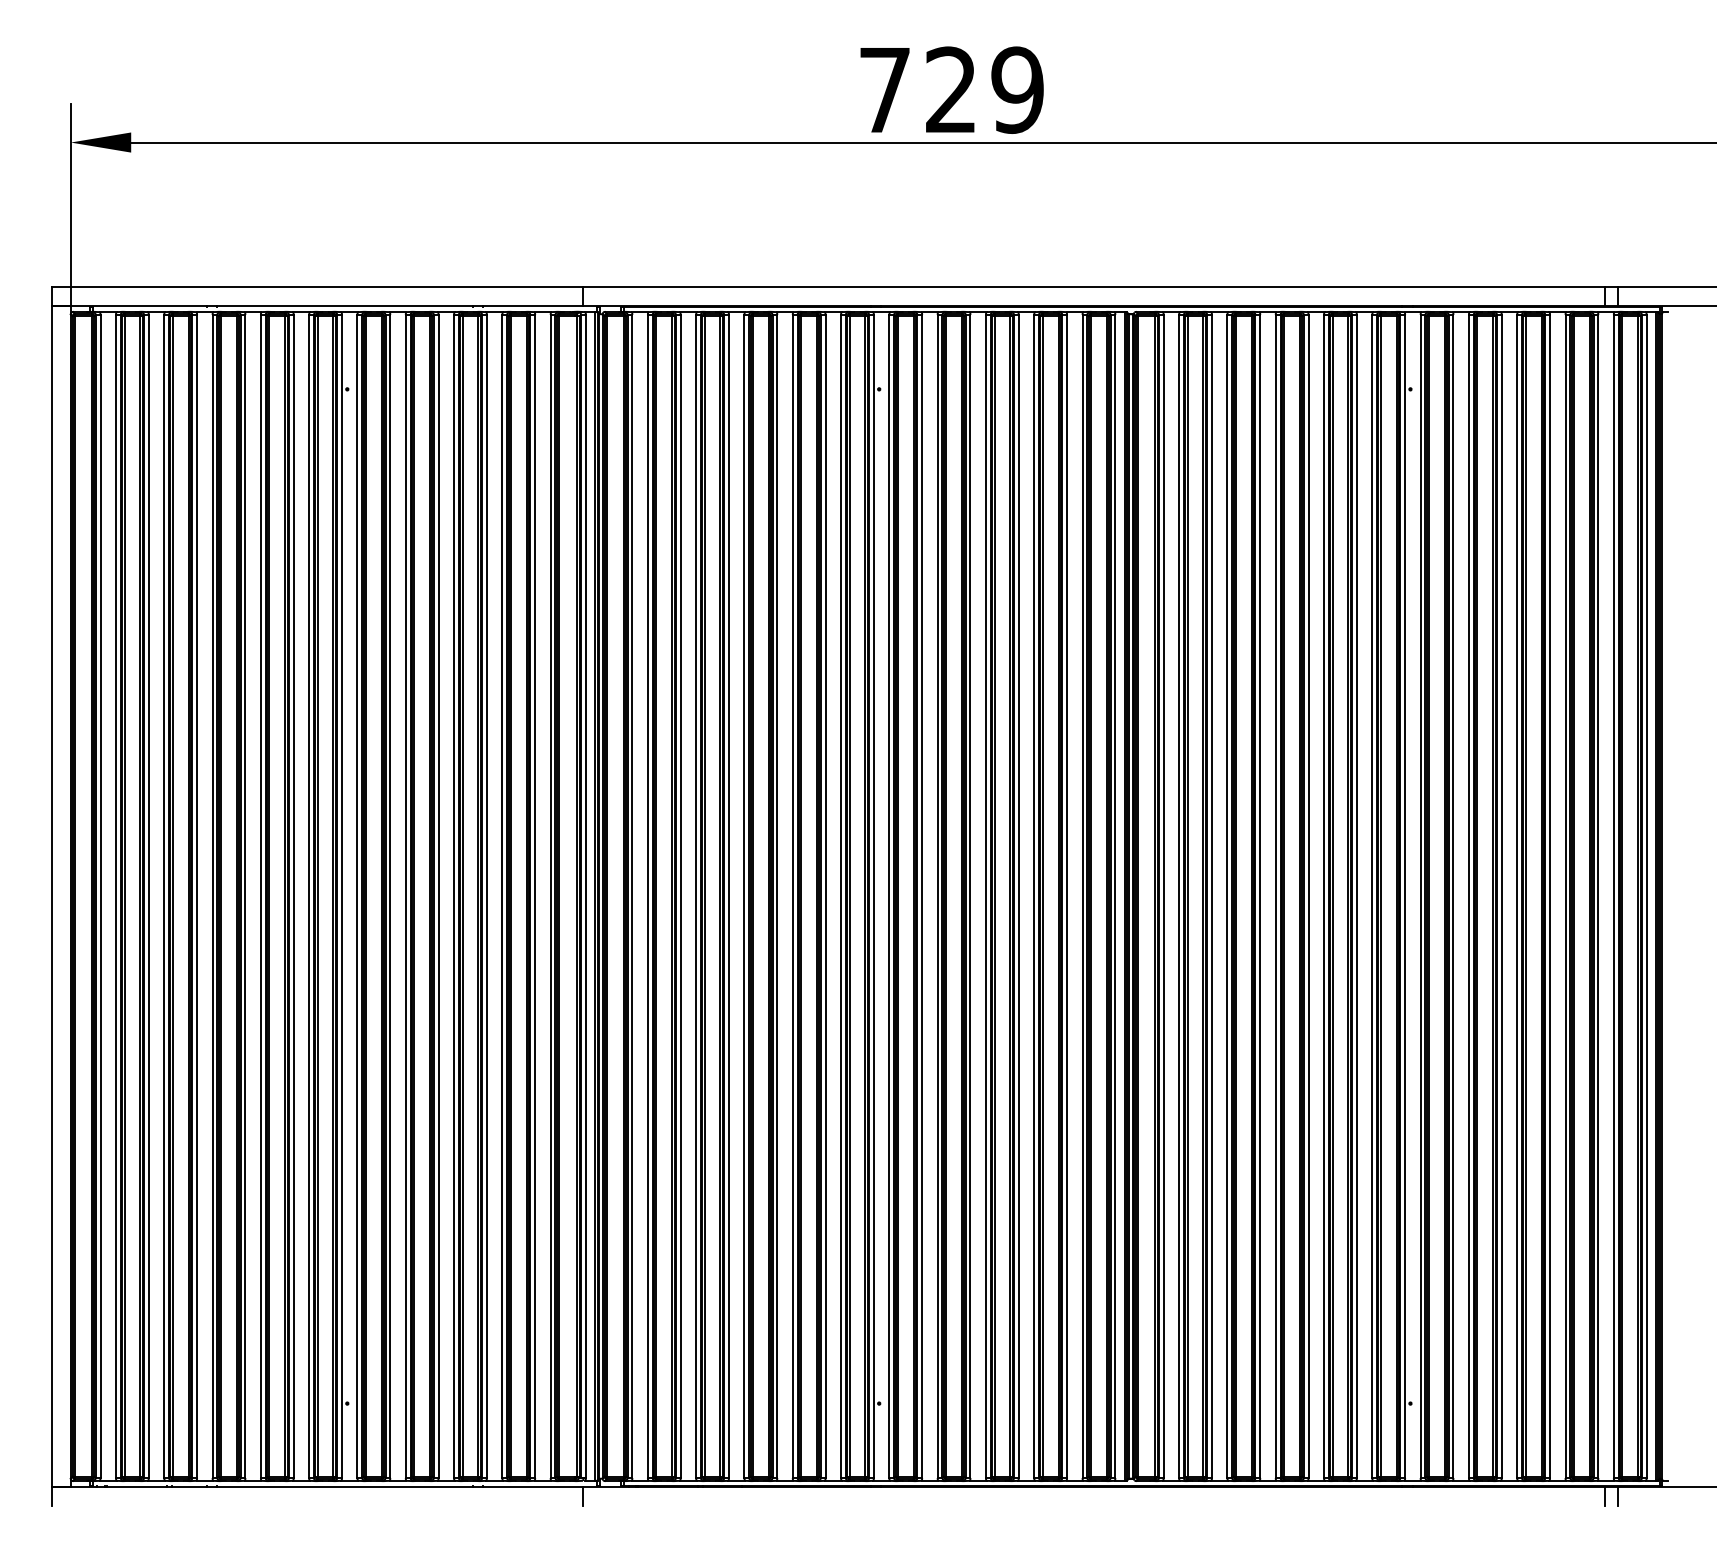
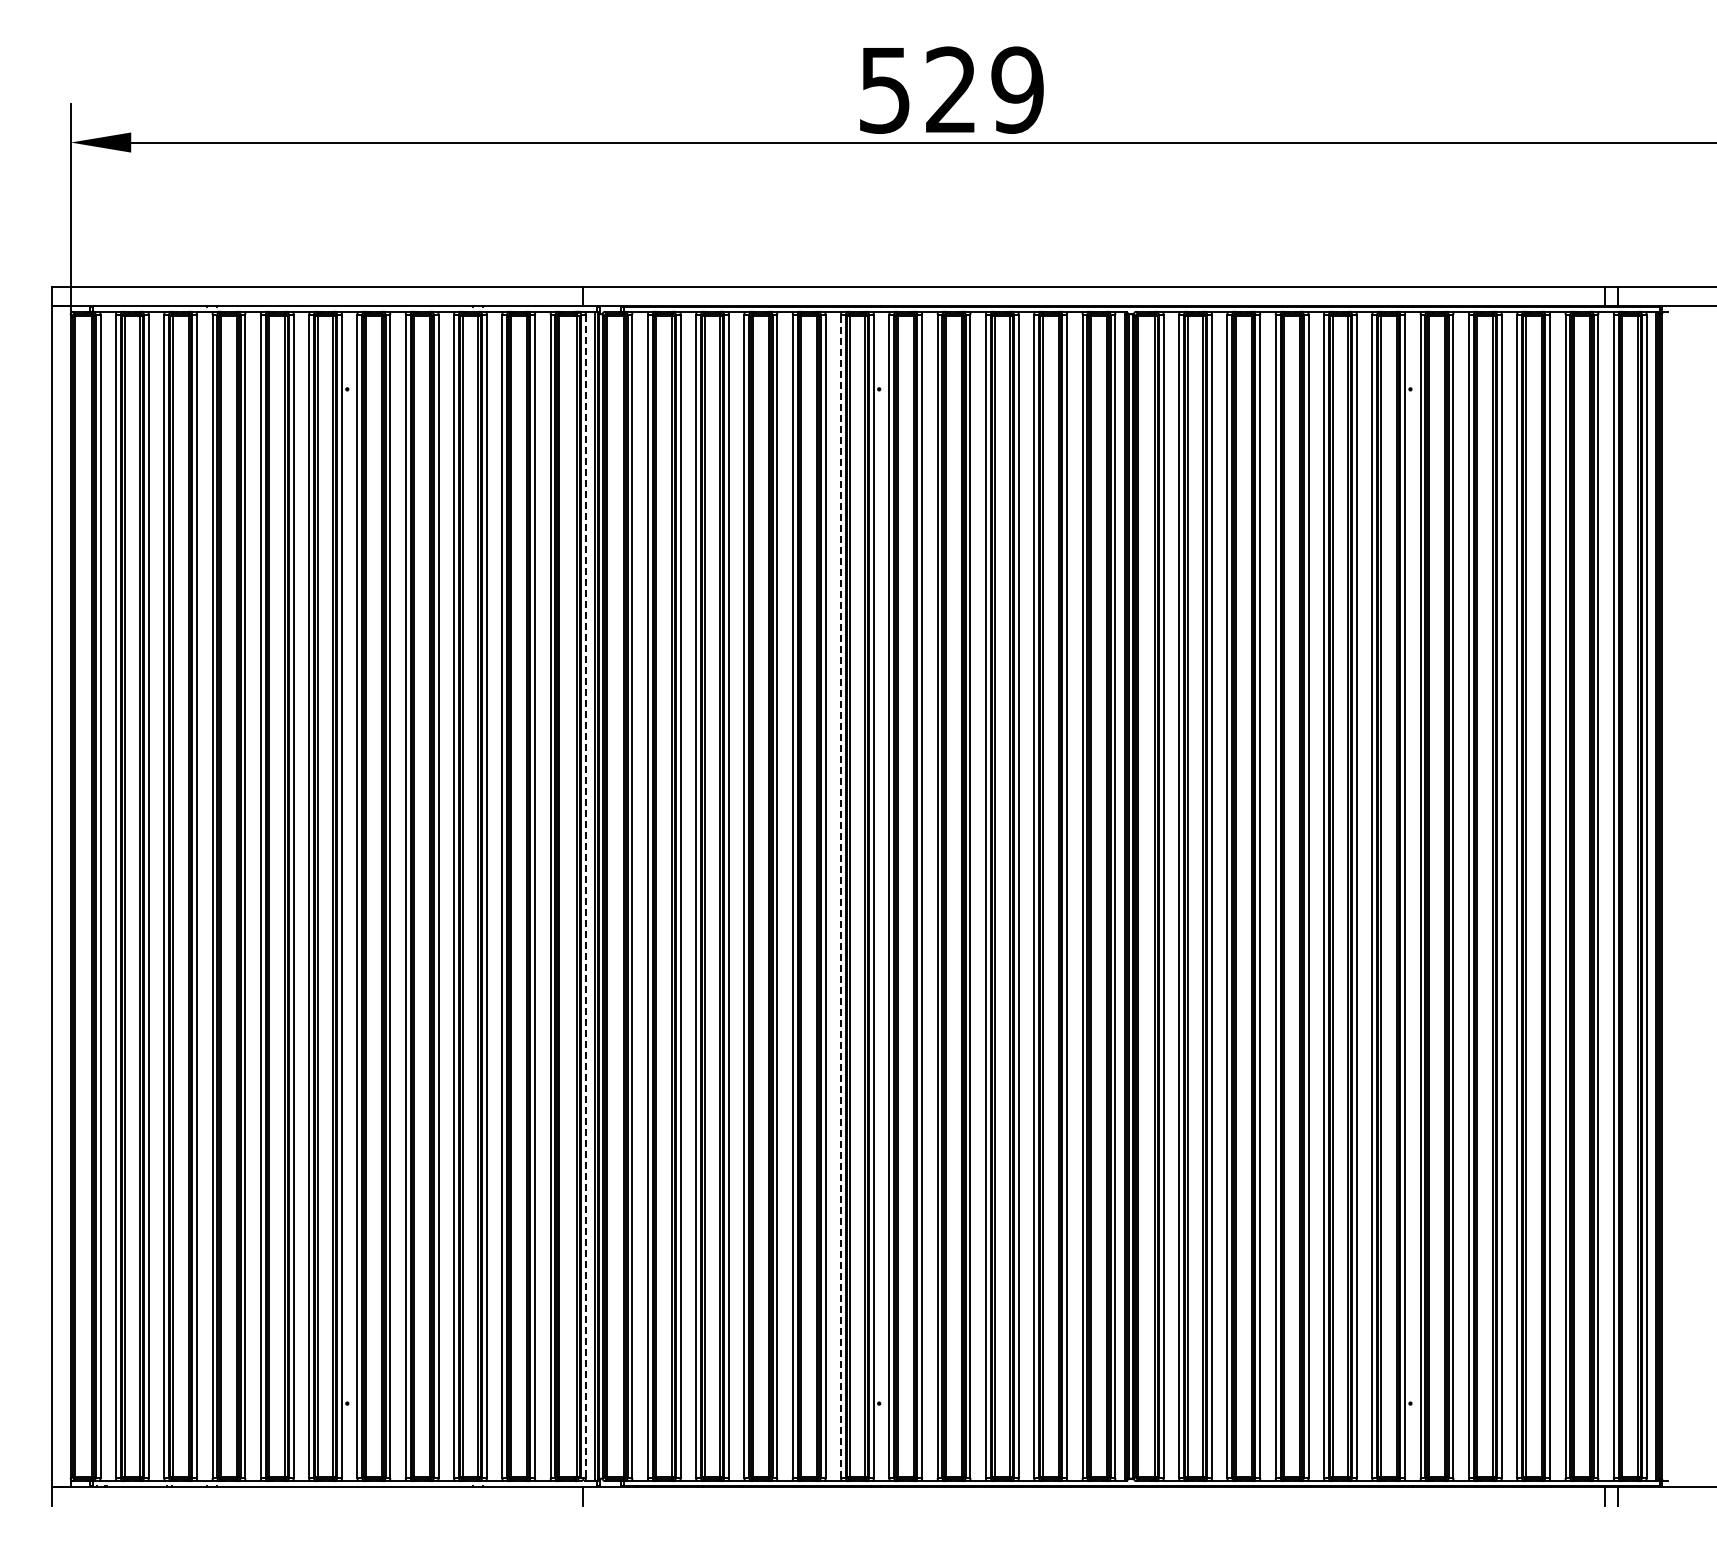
text at (884, 90): 729 -> 529
line at (585, 896): solid -> dashed
line at (841, 896): solid -> dashed
